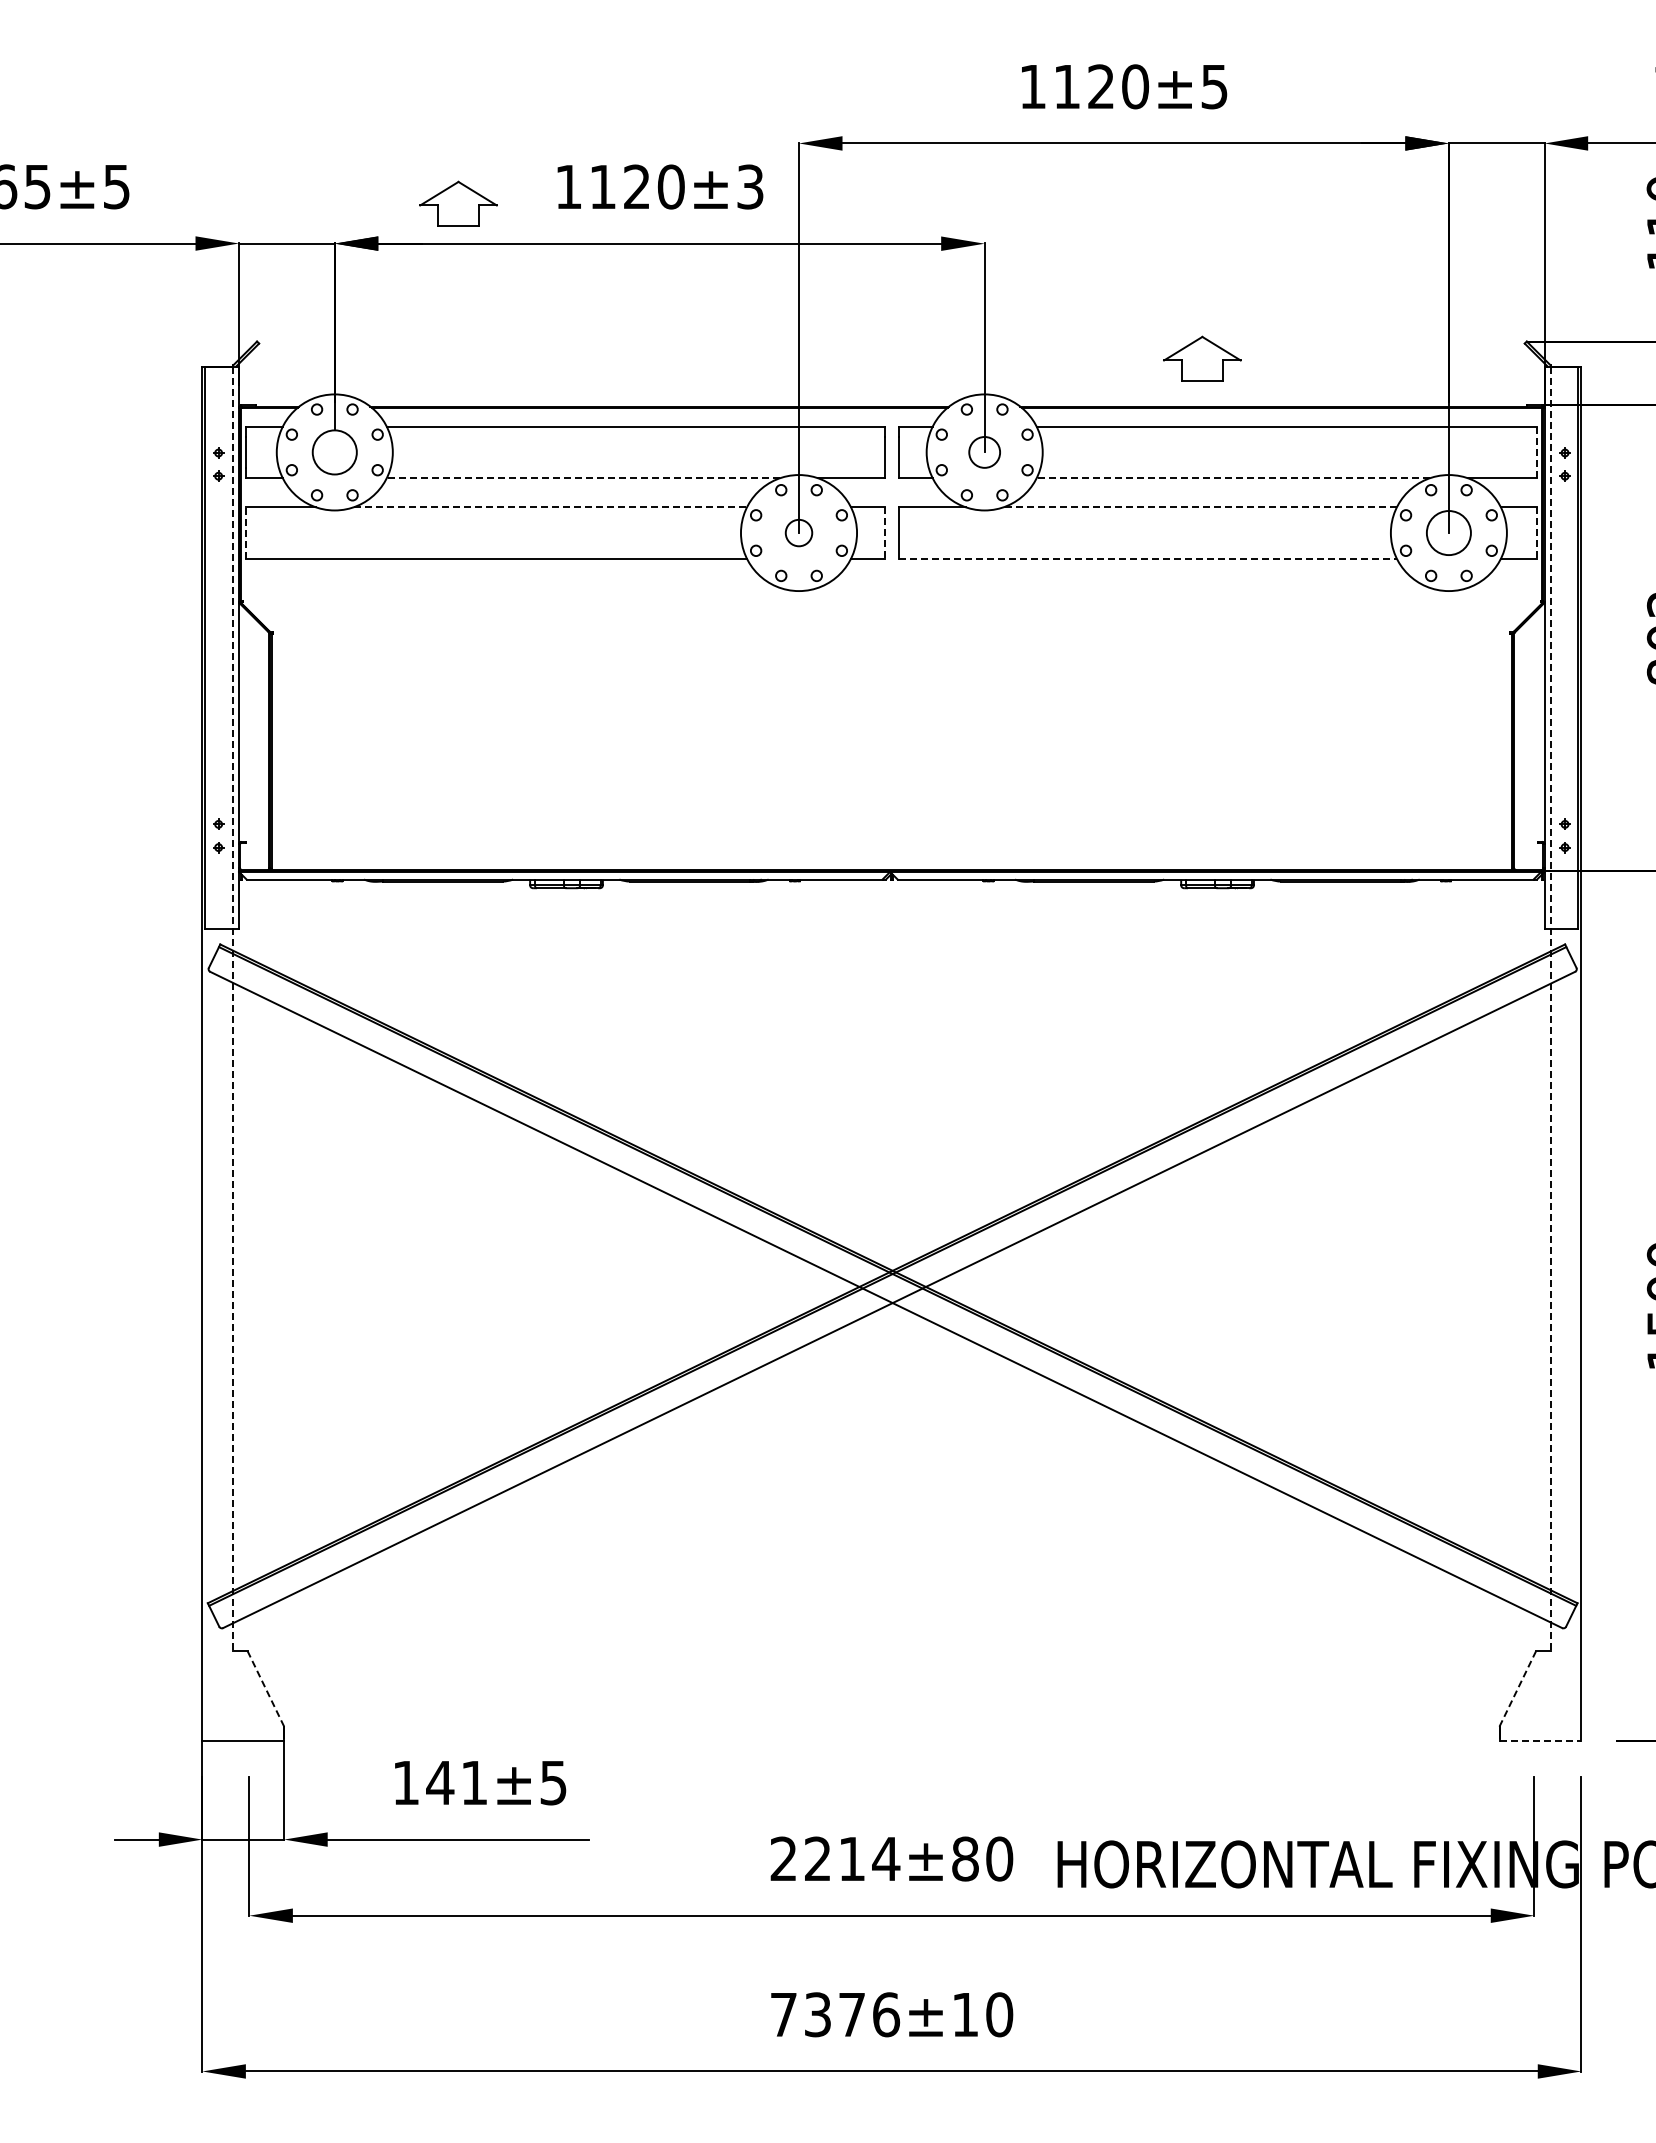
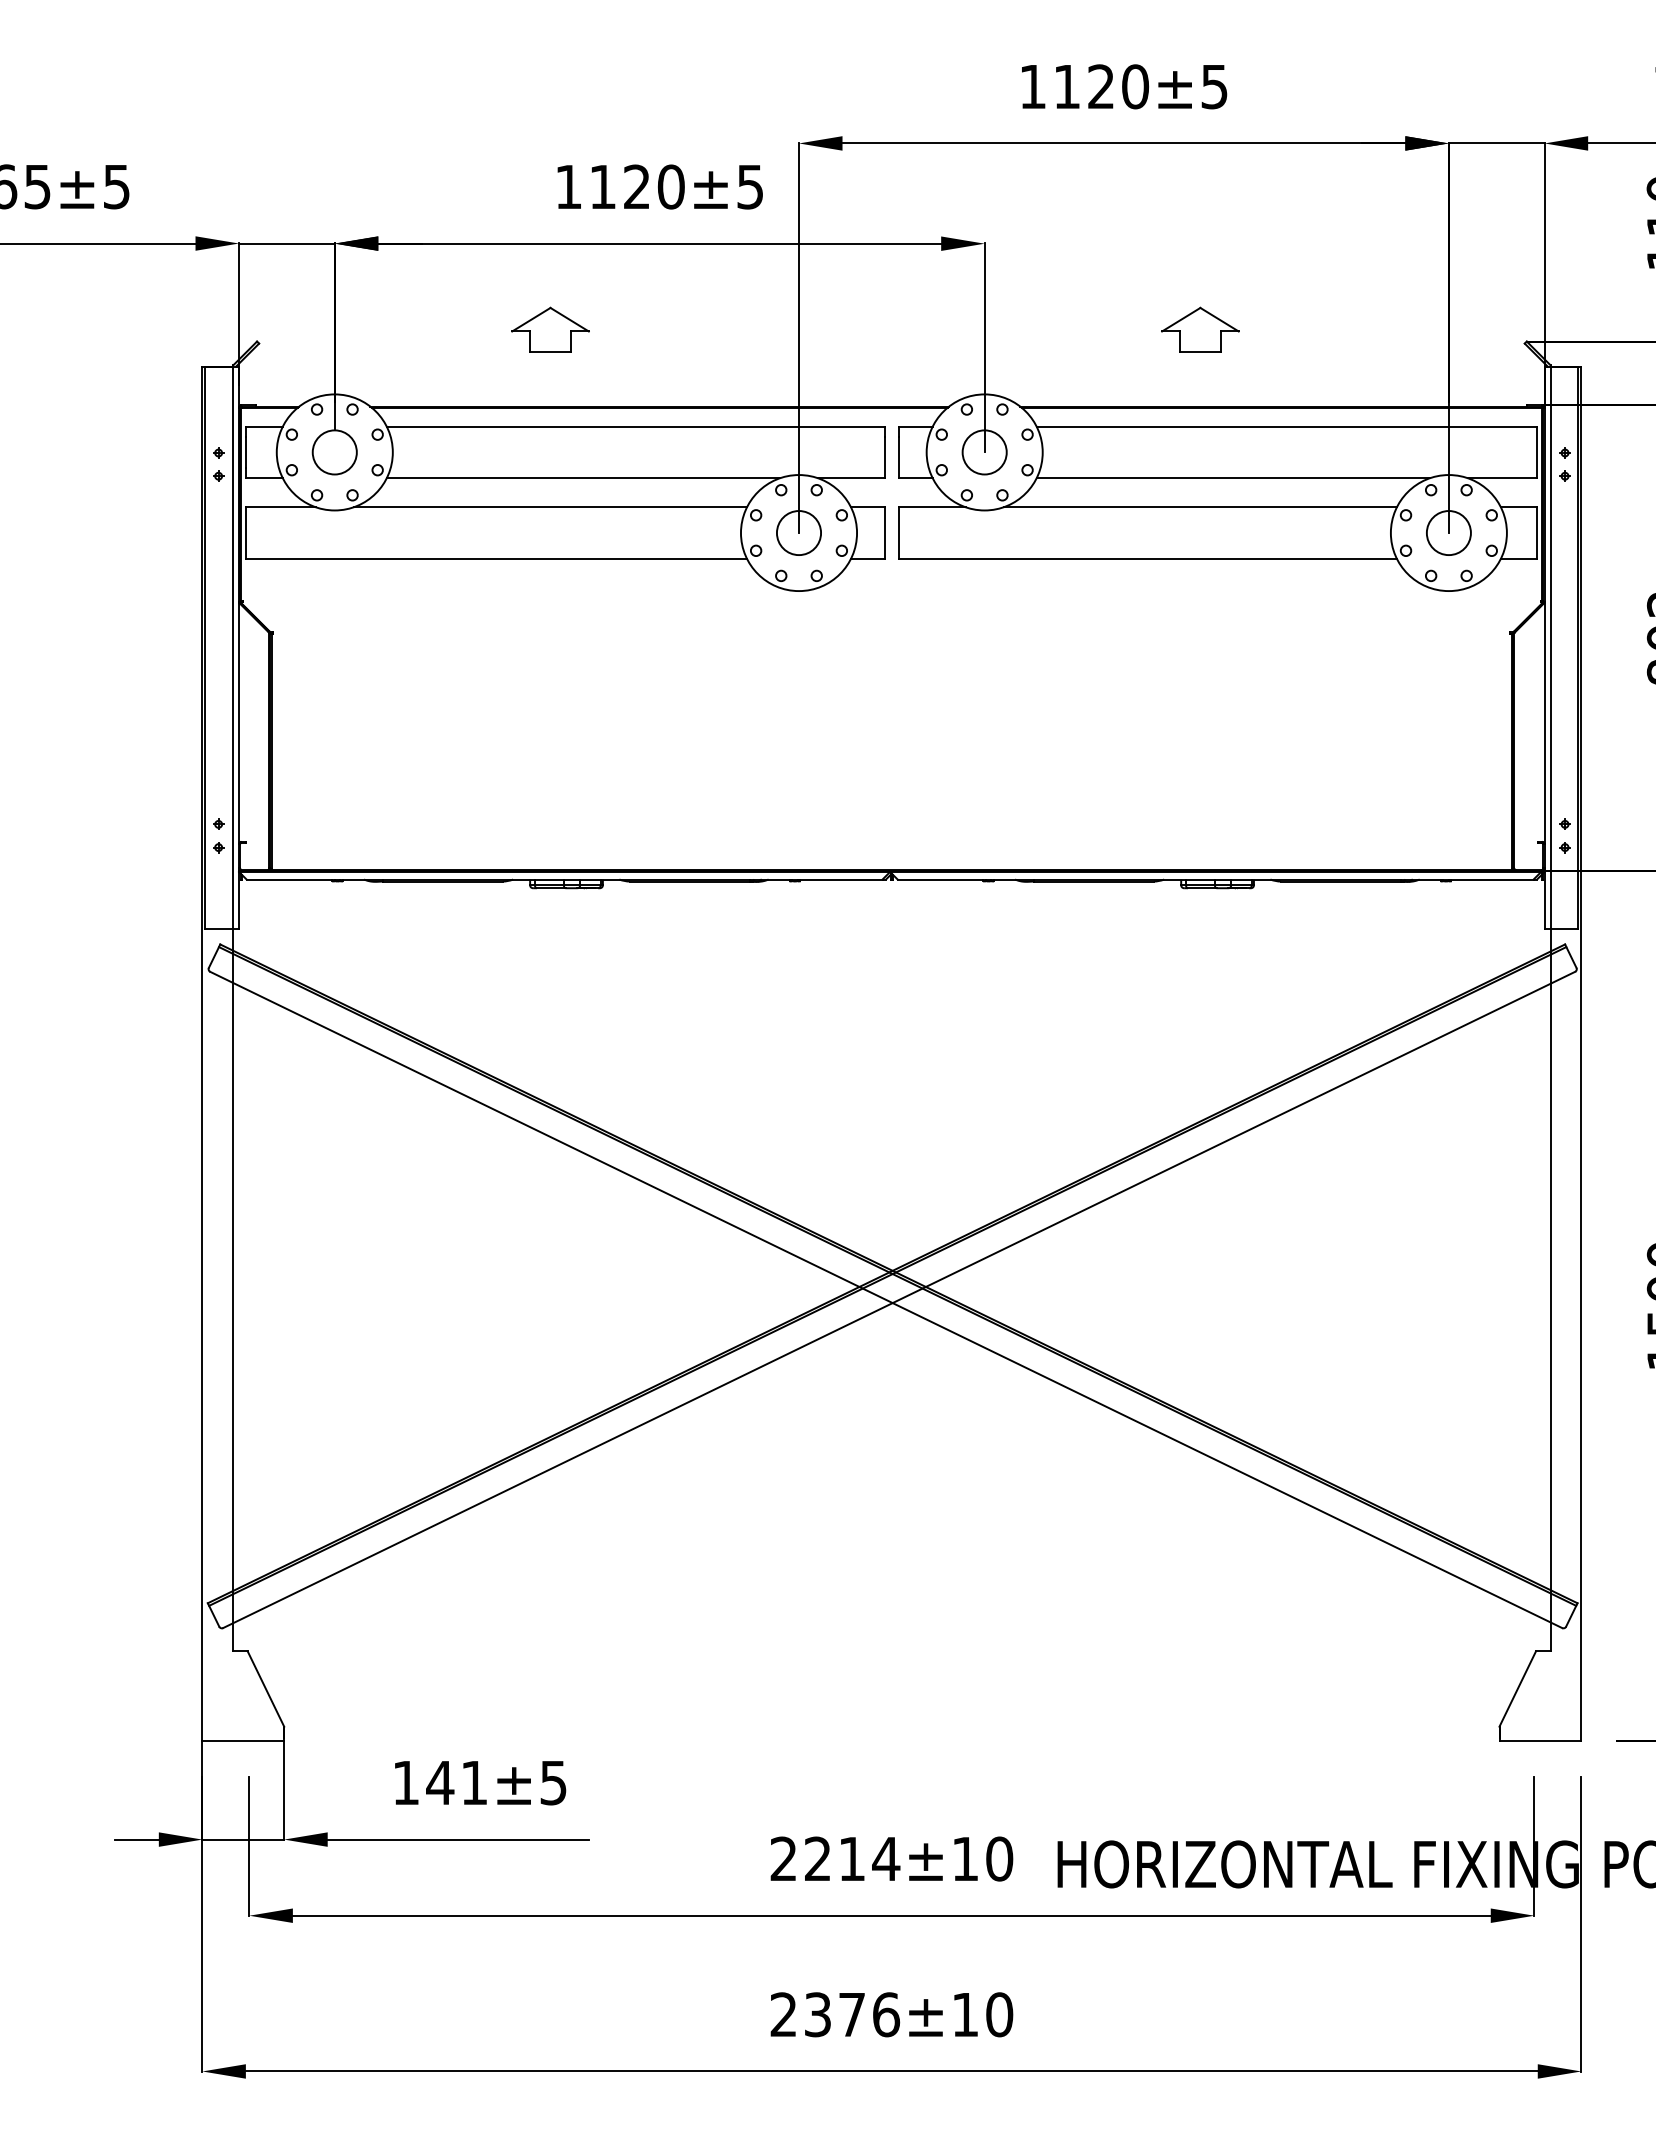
text at (750, 186): 1120±3 -> 1120±5
part at (458, 203) position: (458, 203) -> (550, 329)
part at (1202, 358) position: (1202, 358) -> (1200, 329)
circle at (984, 452) diameter: 31 px -> 44 px
line at (1537, 452): dashed -> solid
line at (583, 478): dashed -> solid
line at (1233, 478): dashed -> solid
line at (550, 507): dashed -> solid
line at (1200, 507): dashed -> solid
circle at (798, 532) diameter: 26 px -> 44 px
line at (246, 533): dashed -> solid
line at (884, 533): dashed -> solid
line at (1537, 533): dashed -> solid
line at (1147, 558): dashed -> solid
line at (233, 1009): dashed -> solid
line at (1550, 1009): dashed -> solid
line at (265, 1688): dashed -> solid
line at (1517, 1688): dashed -> solid
line at (1540, 1741): dashed -> solid
text at (965, 1858): 2214±80 -> 2214±10
text at (783, 2014): 7376±10 -> 2376±10
